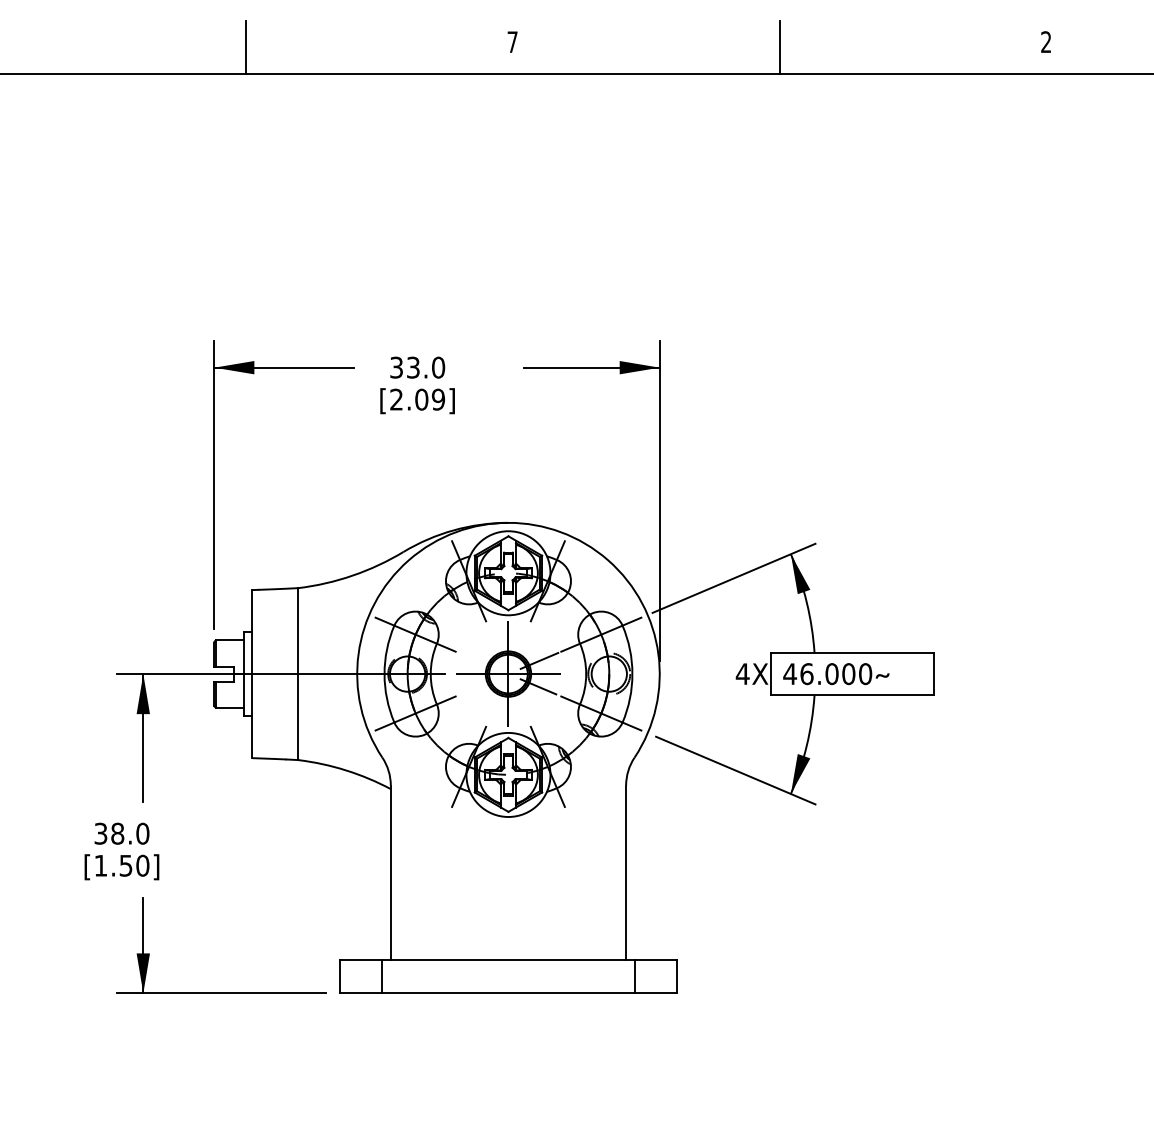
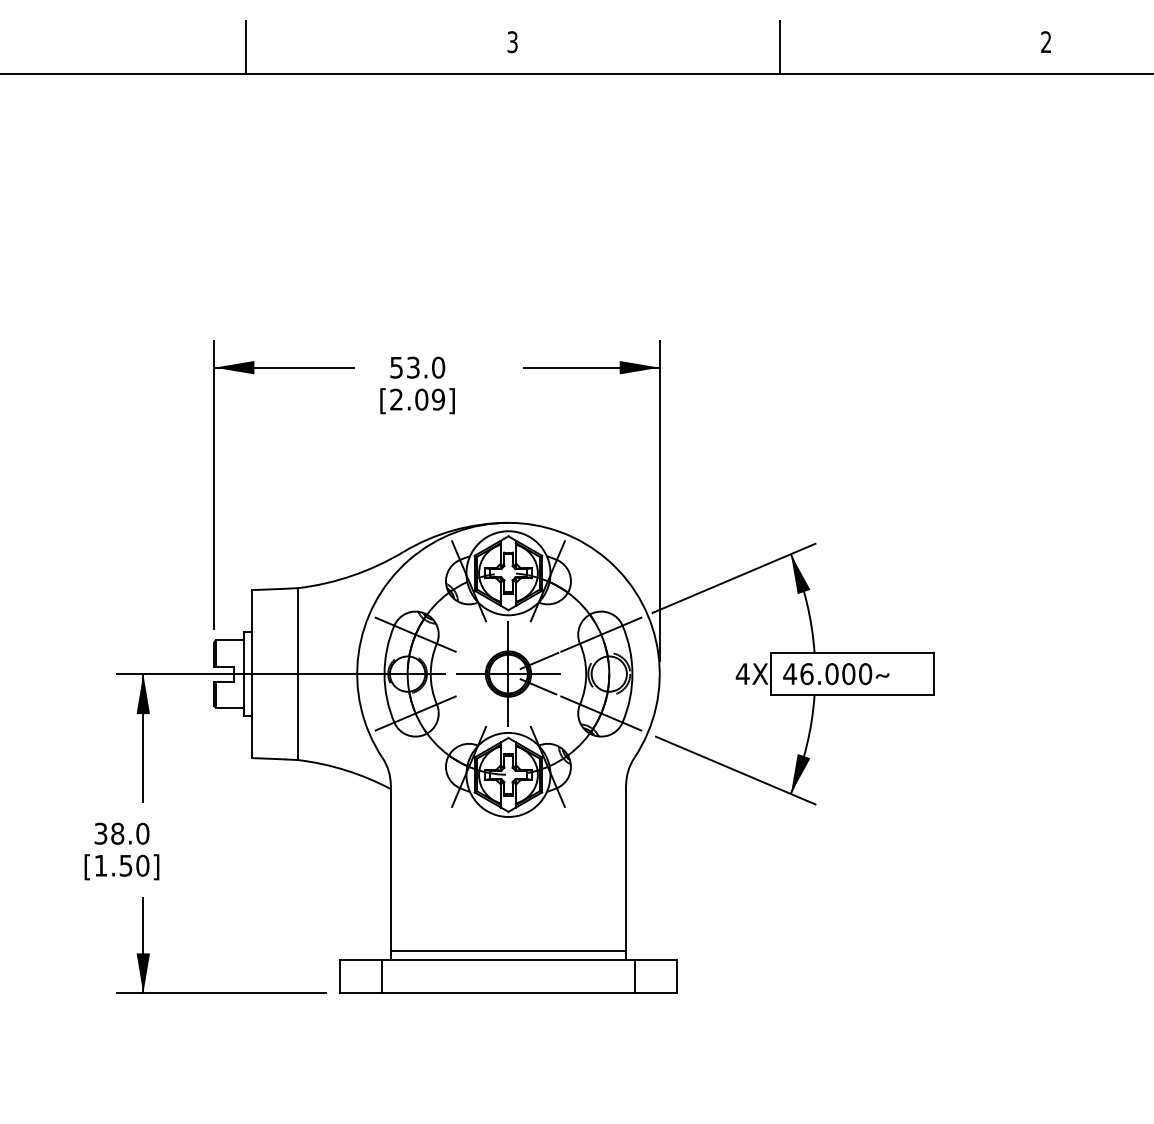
text at (512, 42): 7 -> 3
text at (396, 367): 33.0 -> 53.0
line at (508, 951): none -> present
